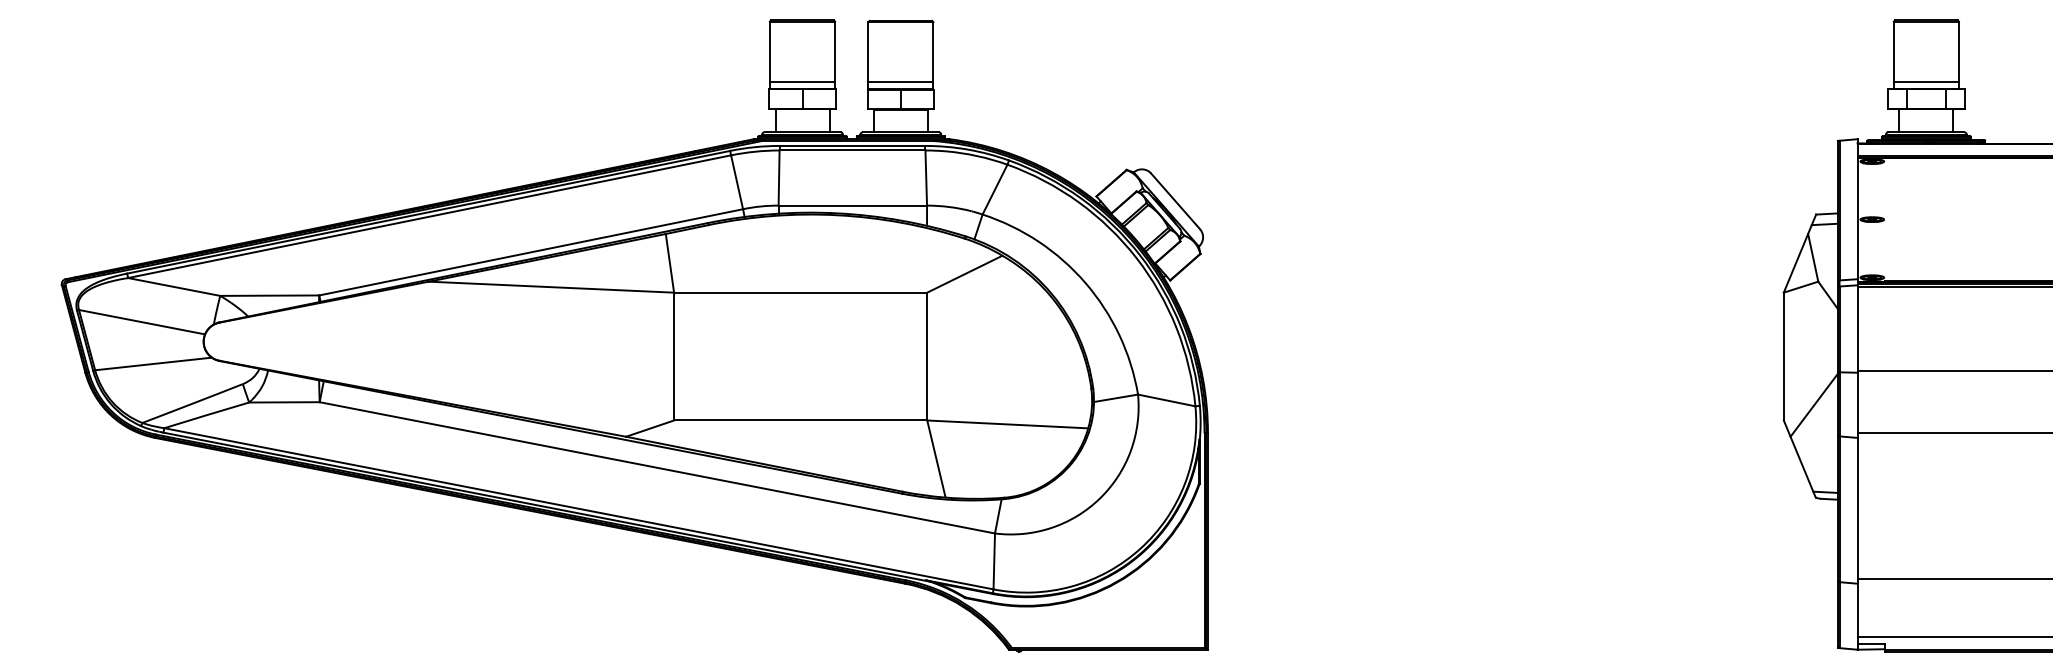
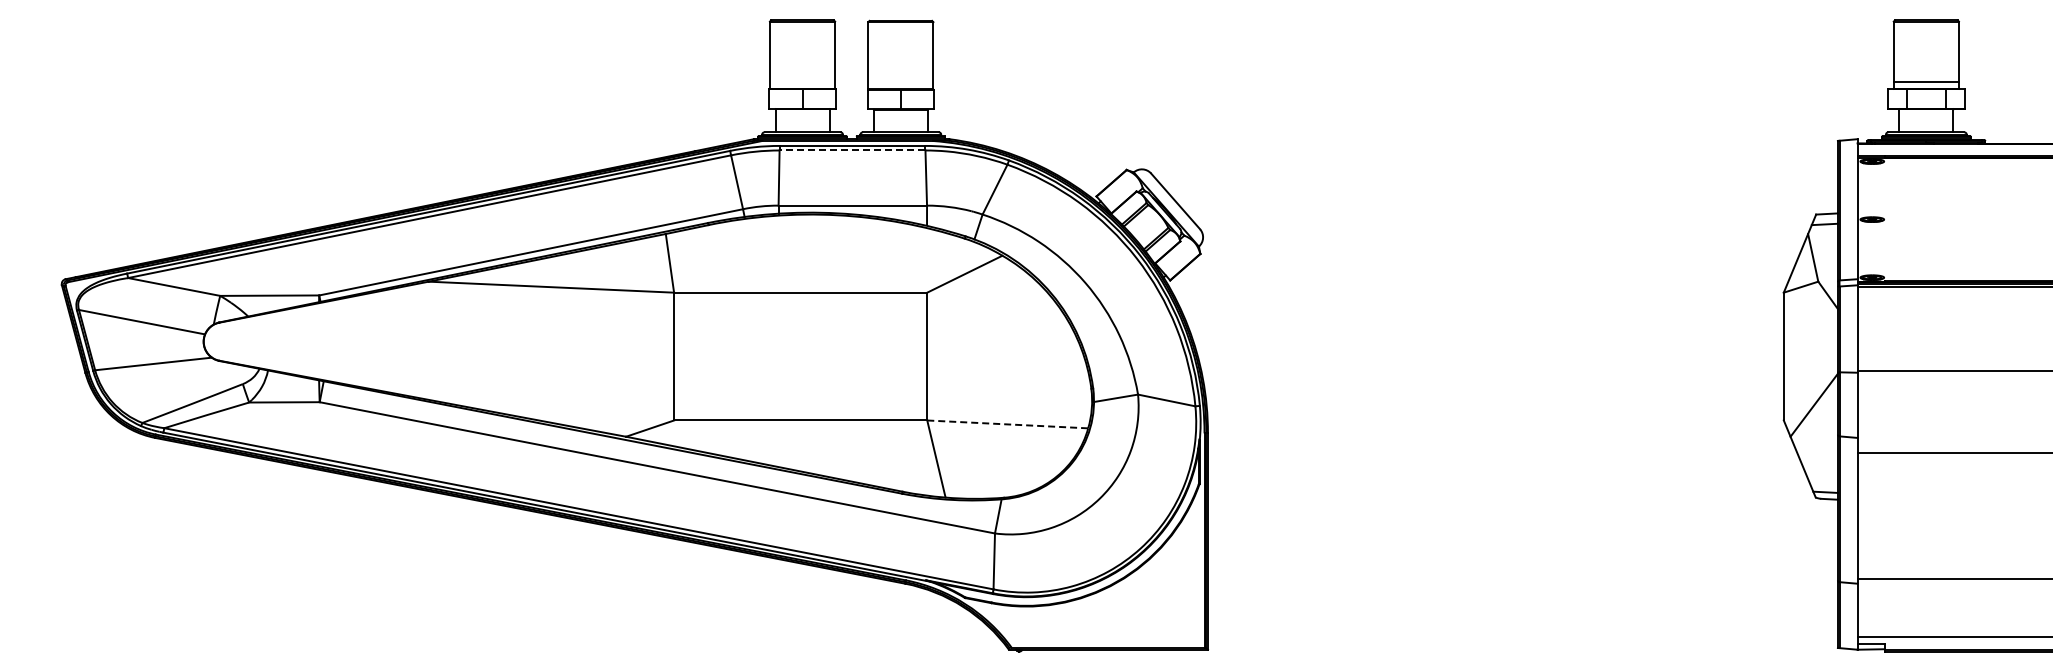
line at (802, 81): present -> none
line at (900, 82): present -> none
line at (852, 150): solid -> dashed
line at (1007, 424): solid -> dashed
line at (1953, 432) position: (1953, 432) -> (1953, 452)
